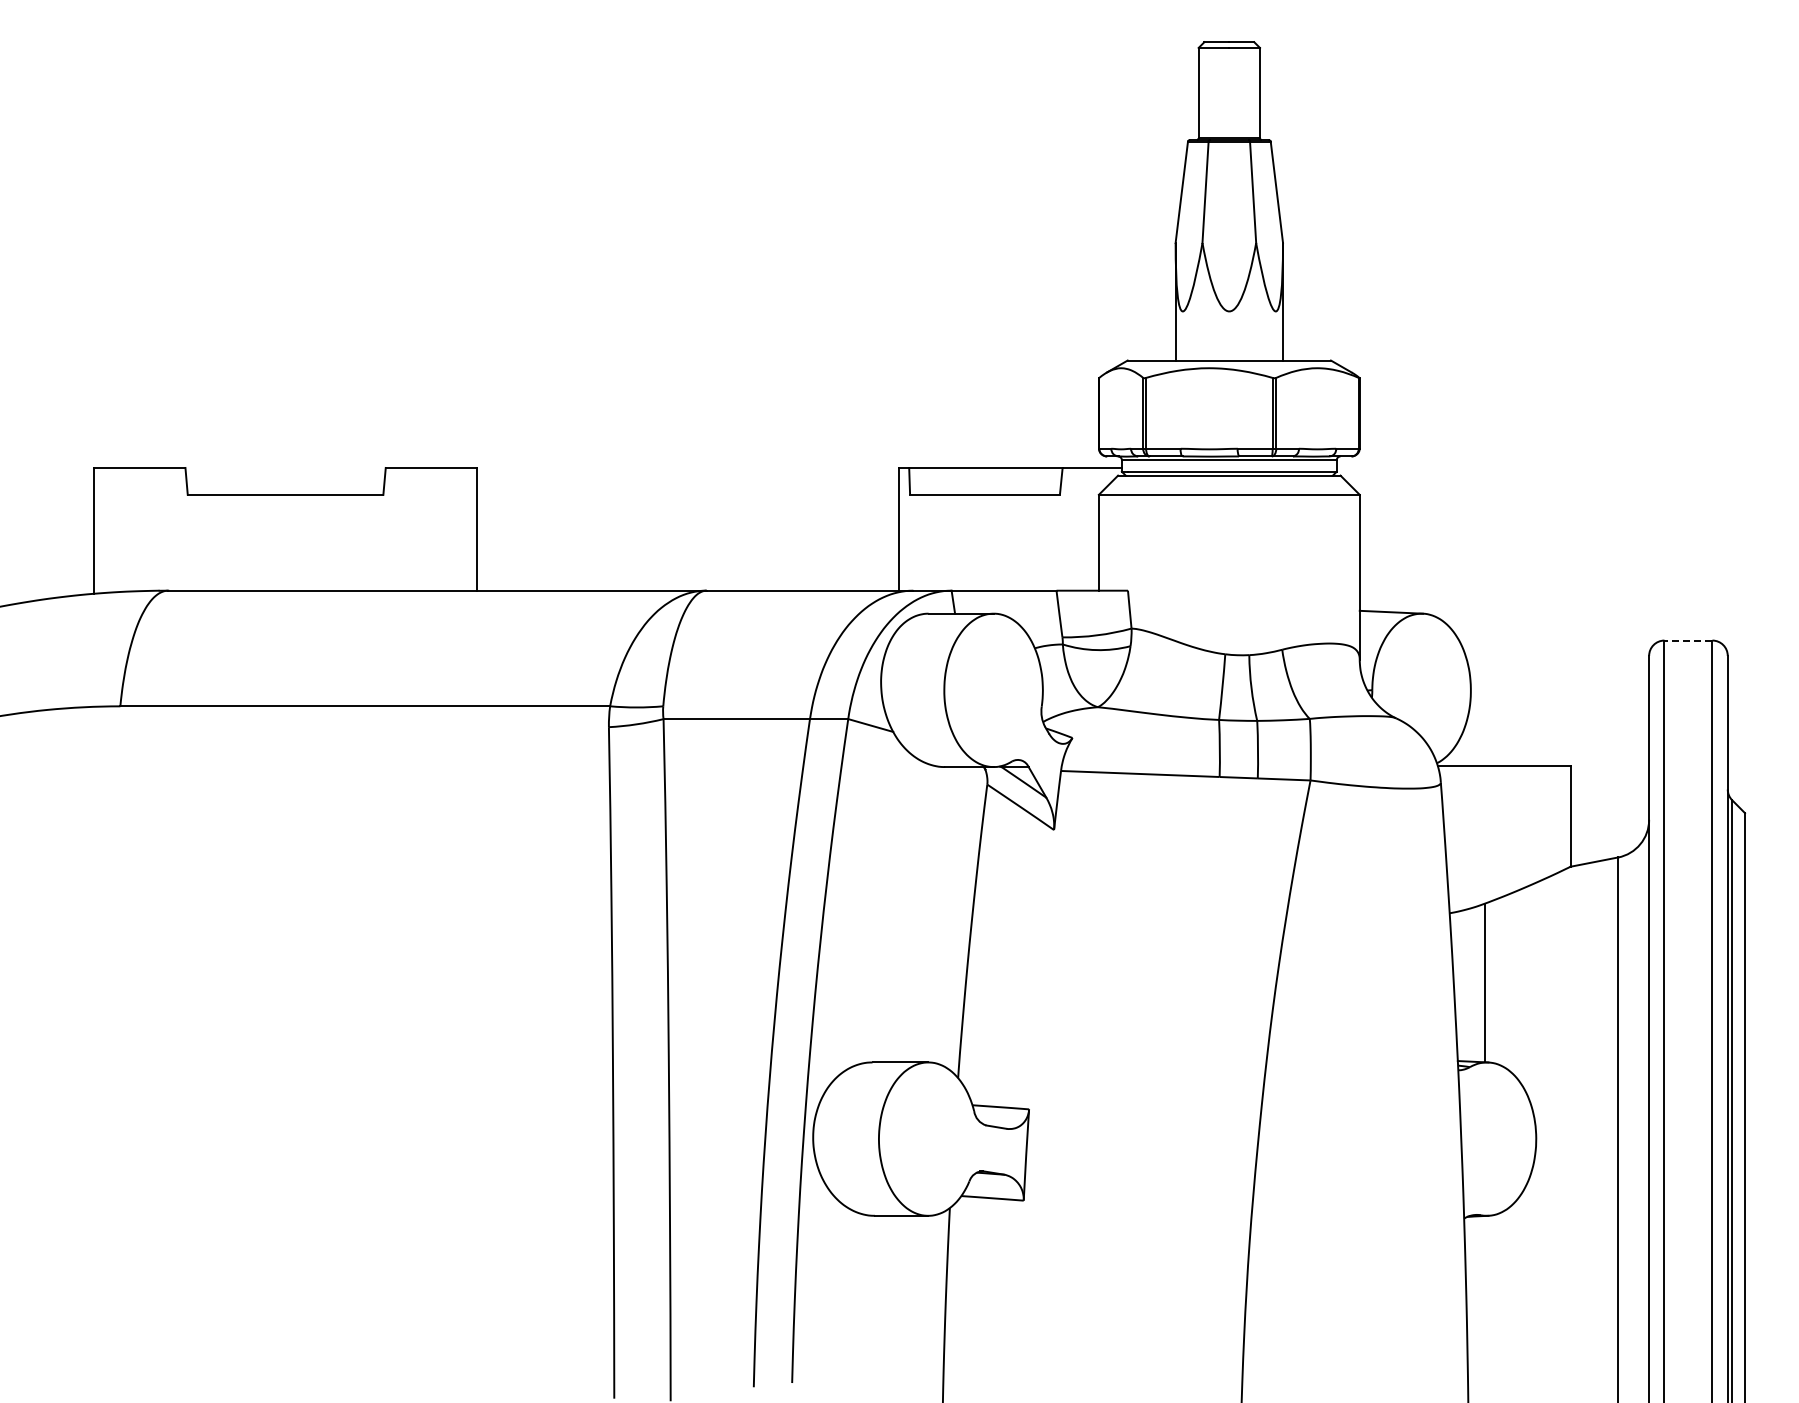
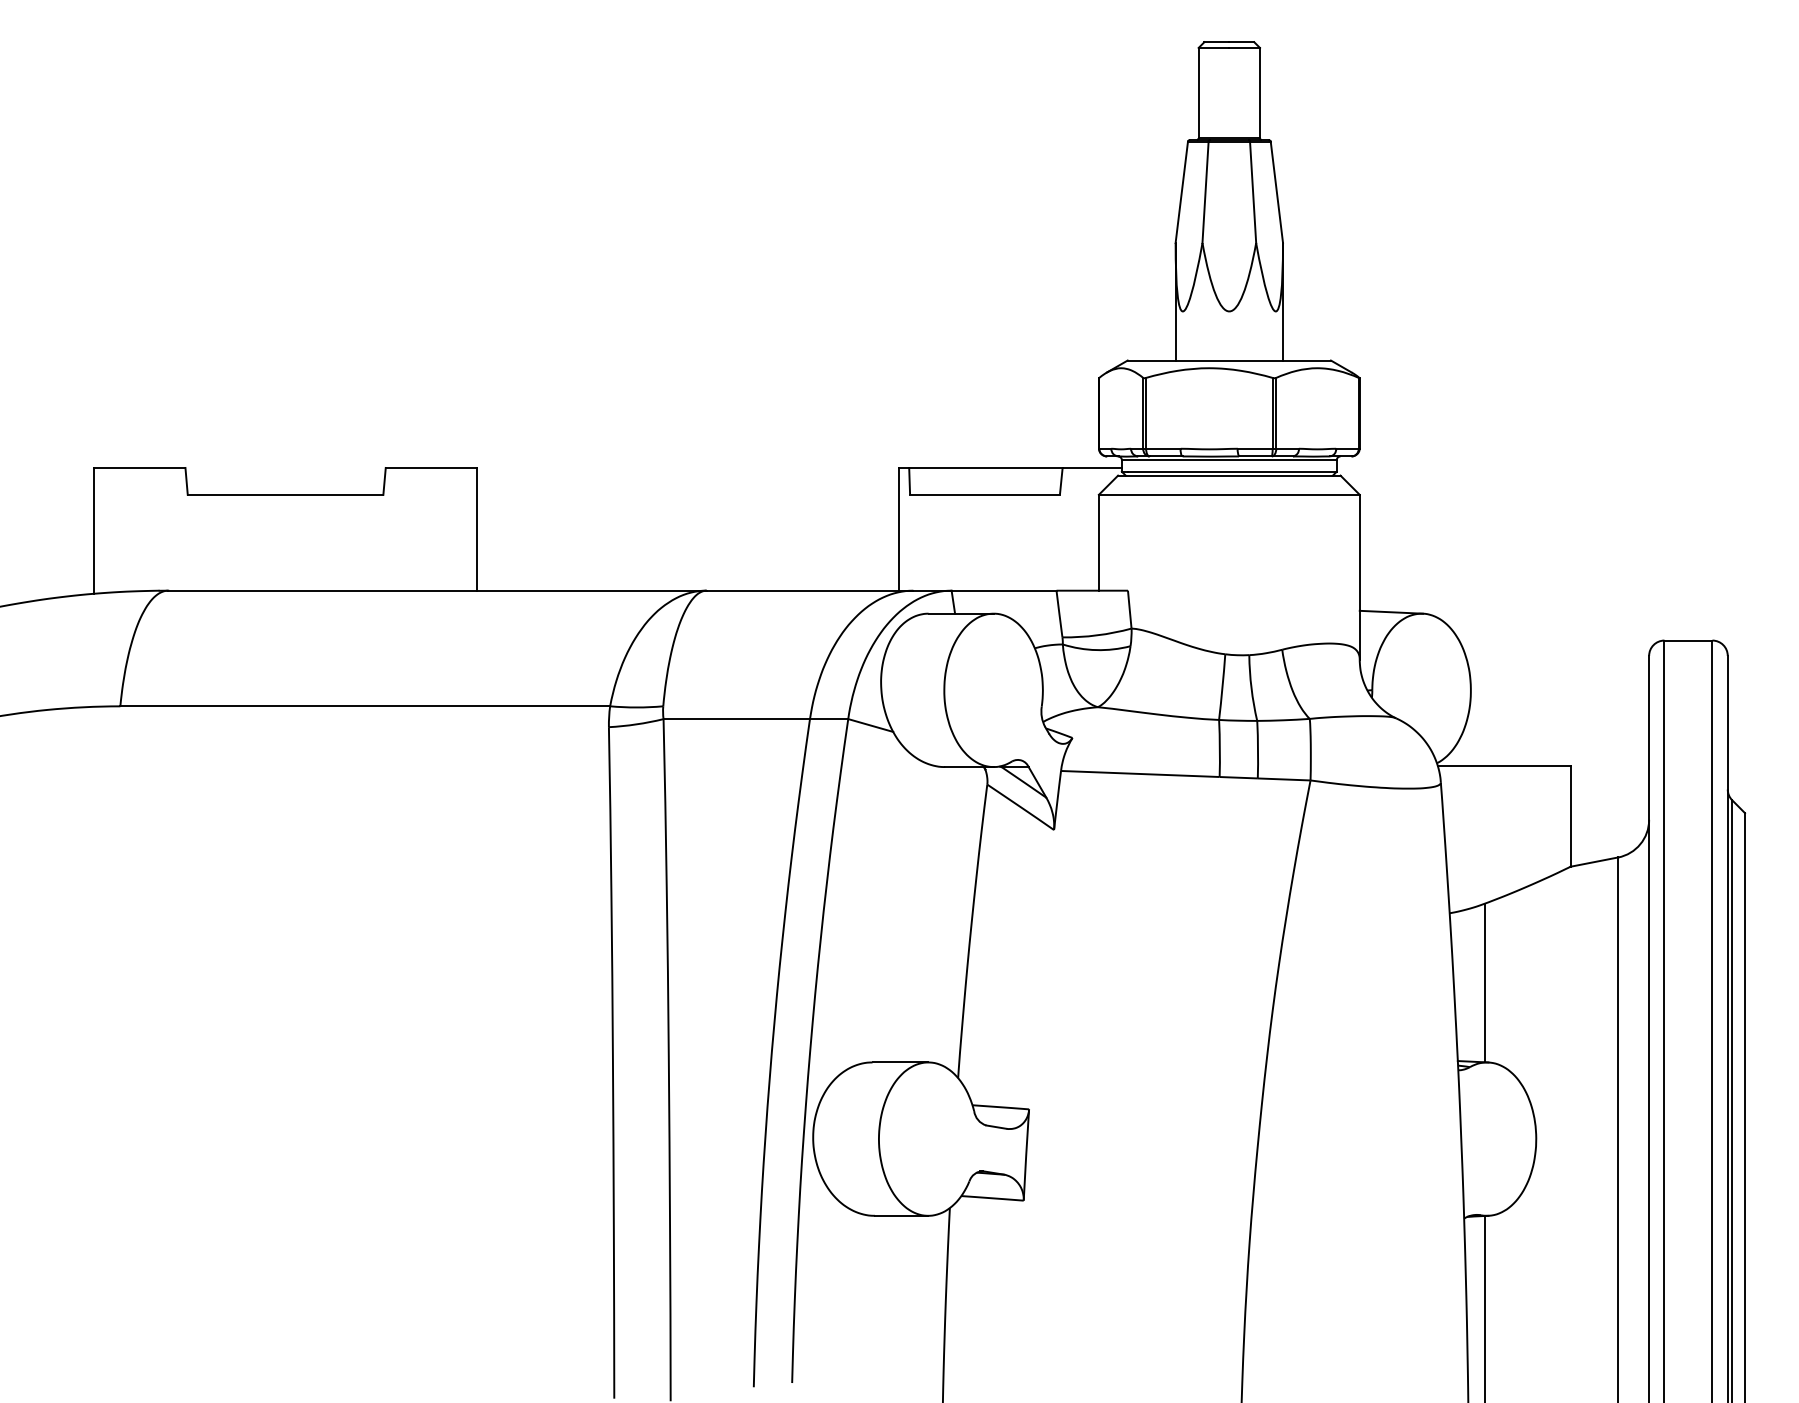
line at (1688, 640): dashed -> solid
line at (1485, 1307): none -> present
